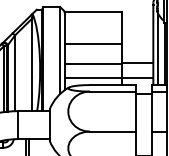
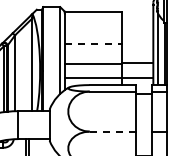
line at (93, 43): solid -> dashed
line at (113, 131): solid -> dashed
